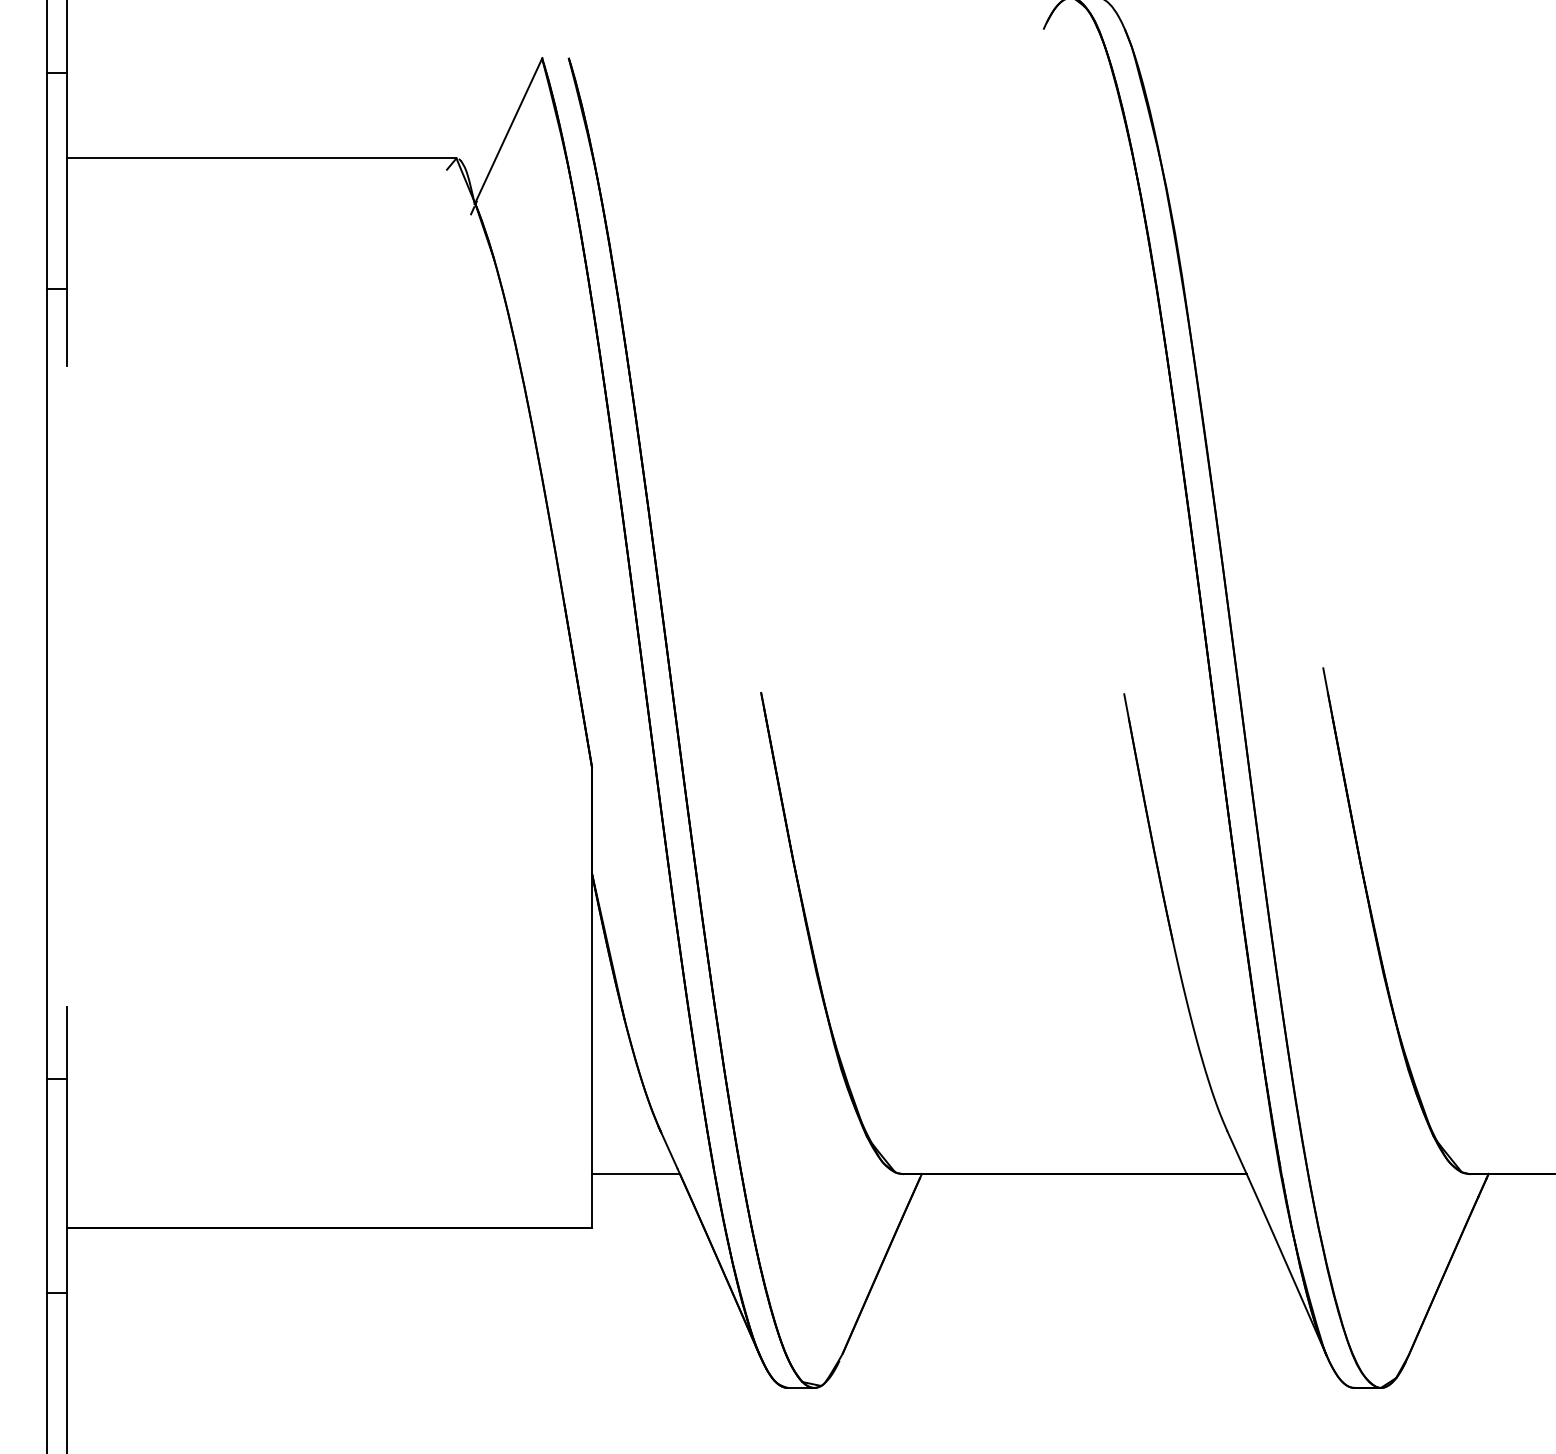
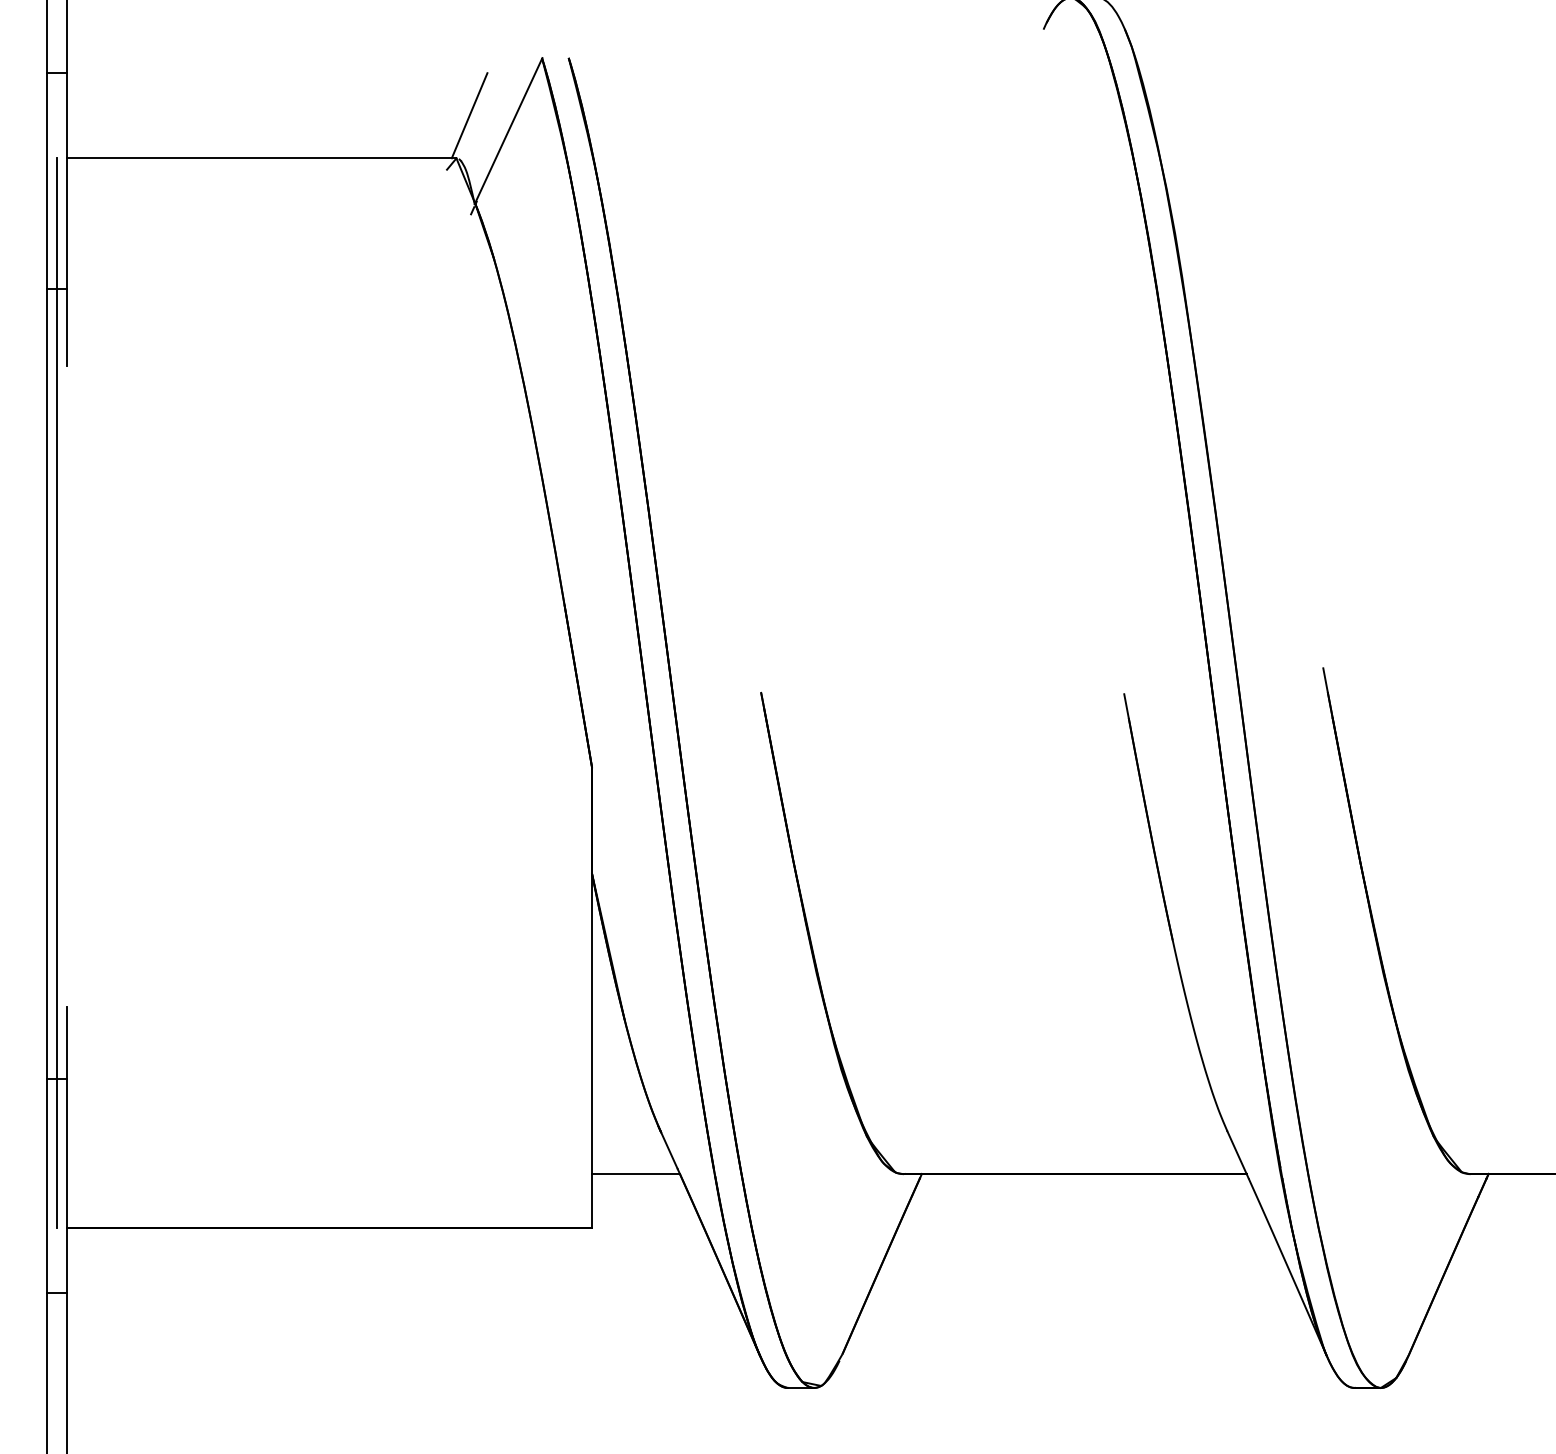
line at (469, 115): none -> present
line at (57, 692): none -> present
